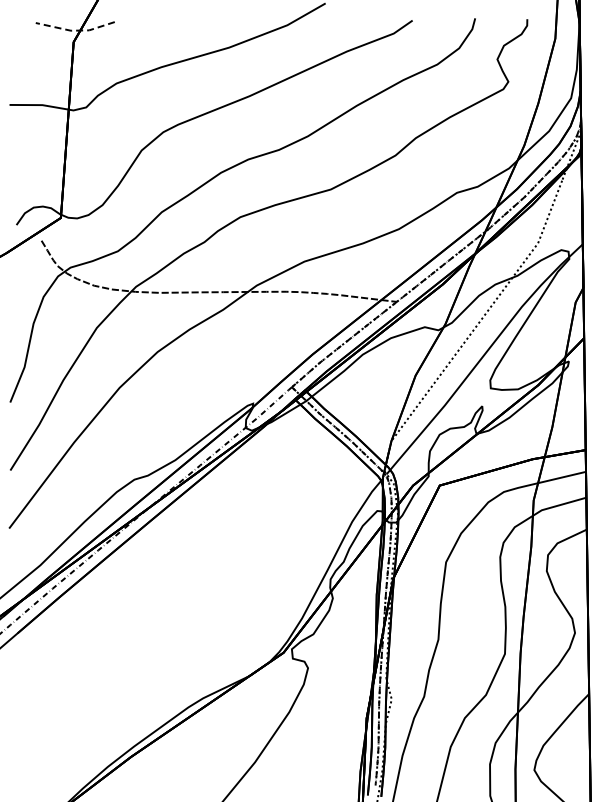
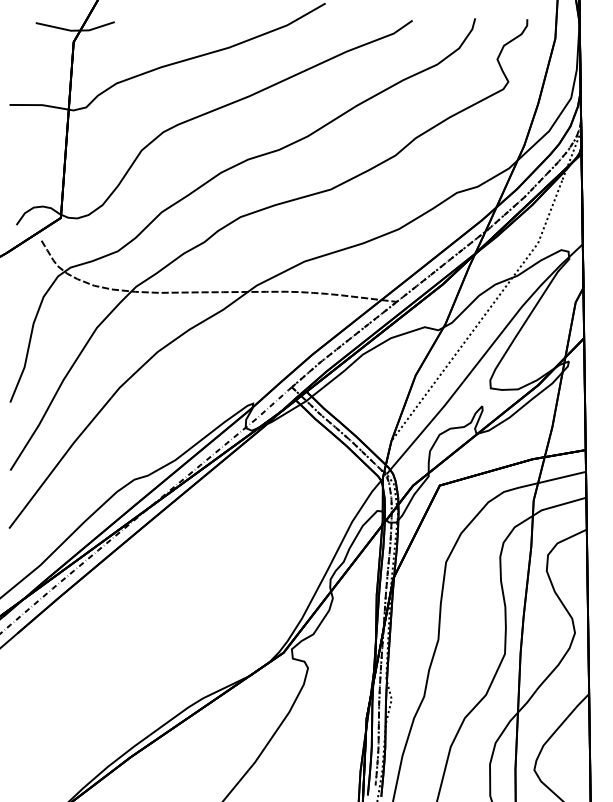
line at (74, 30): dashed -> solid
